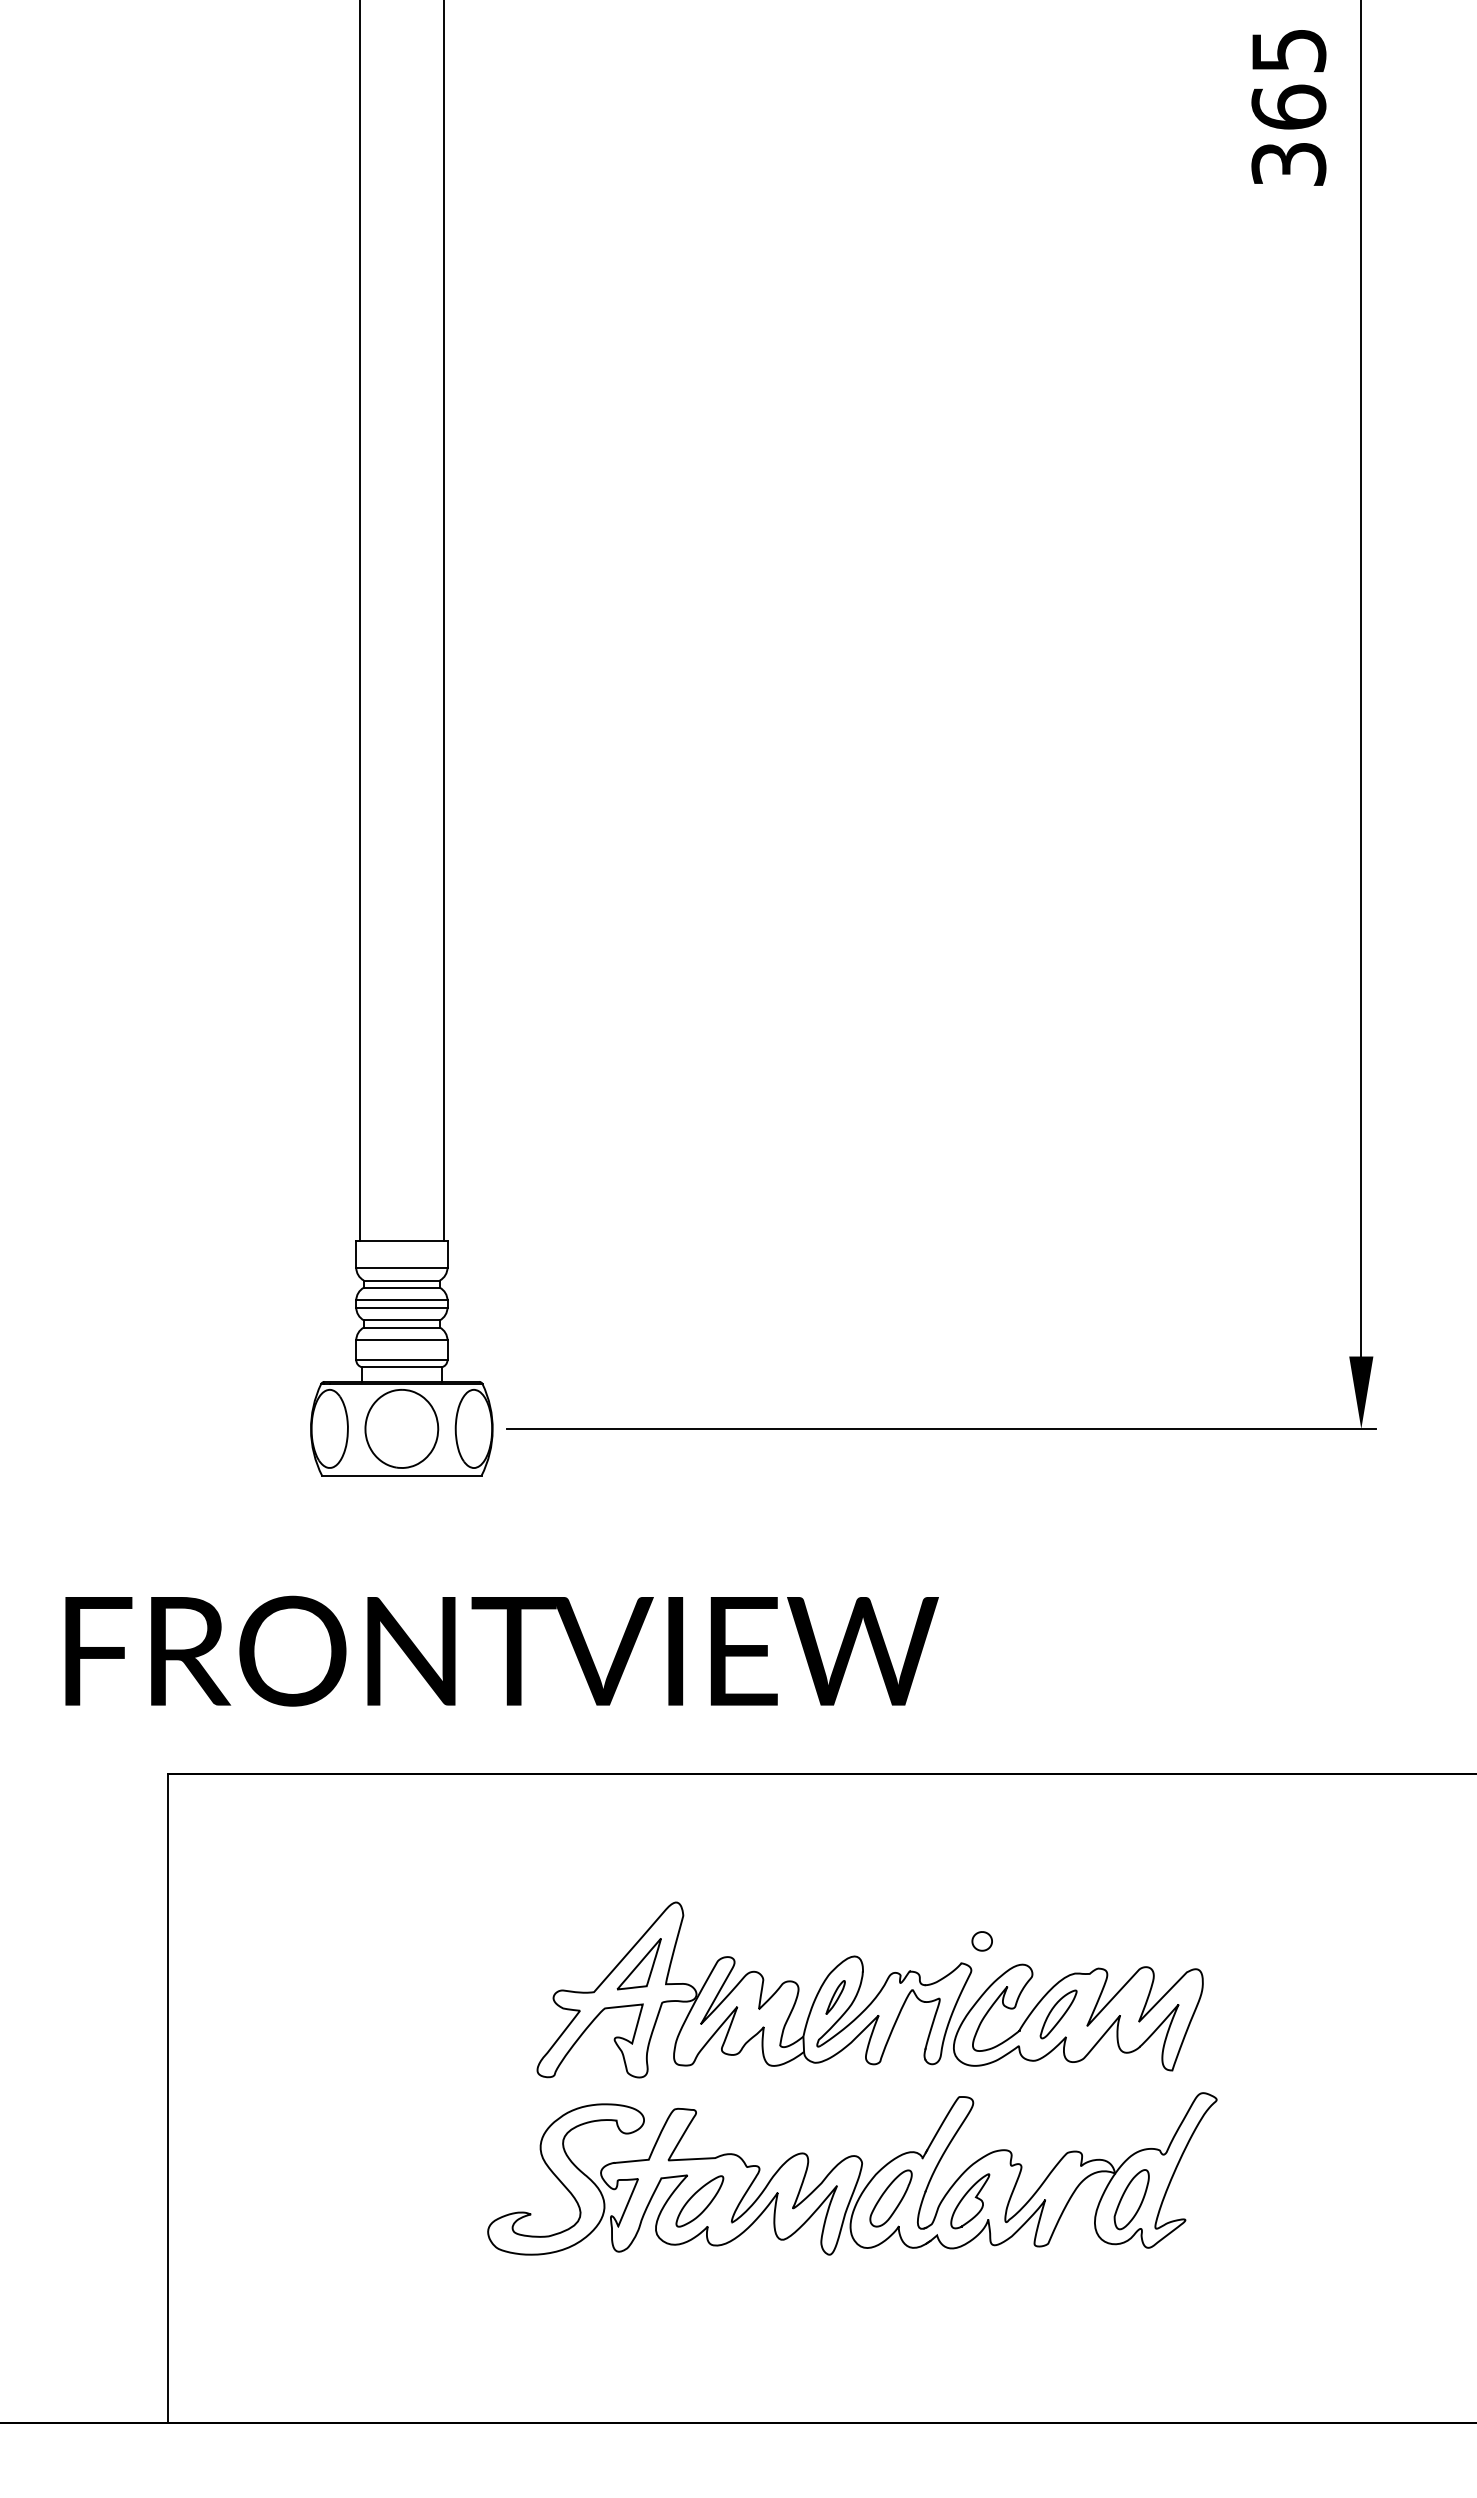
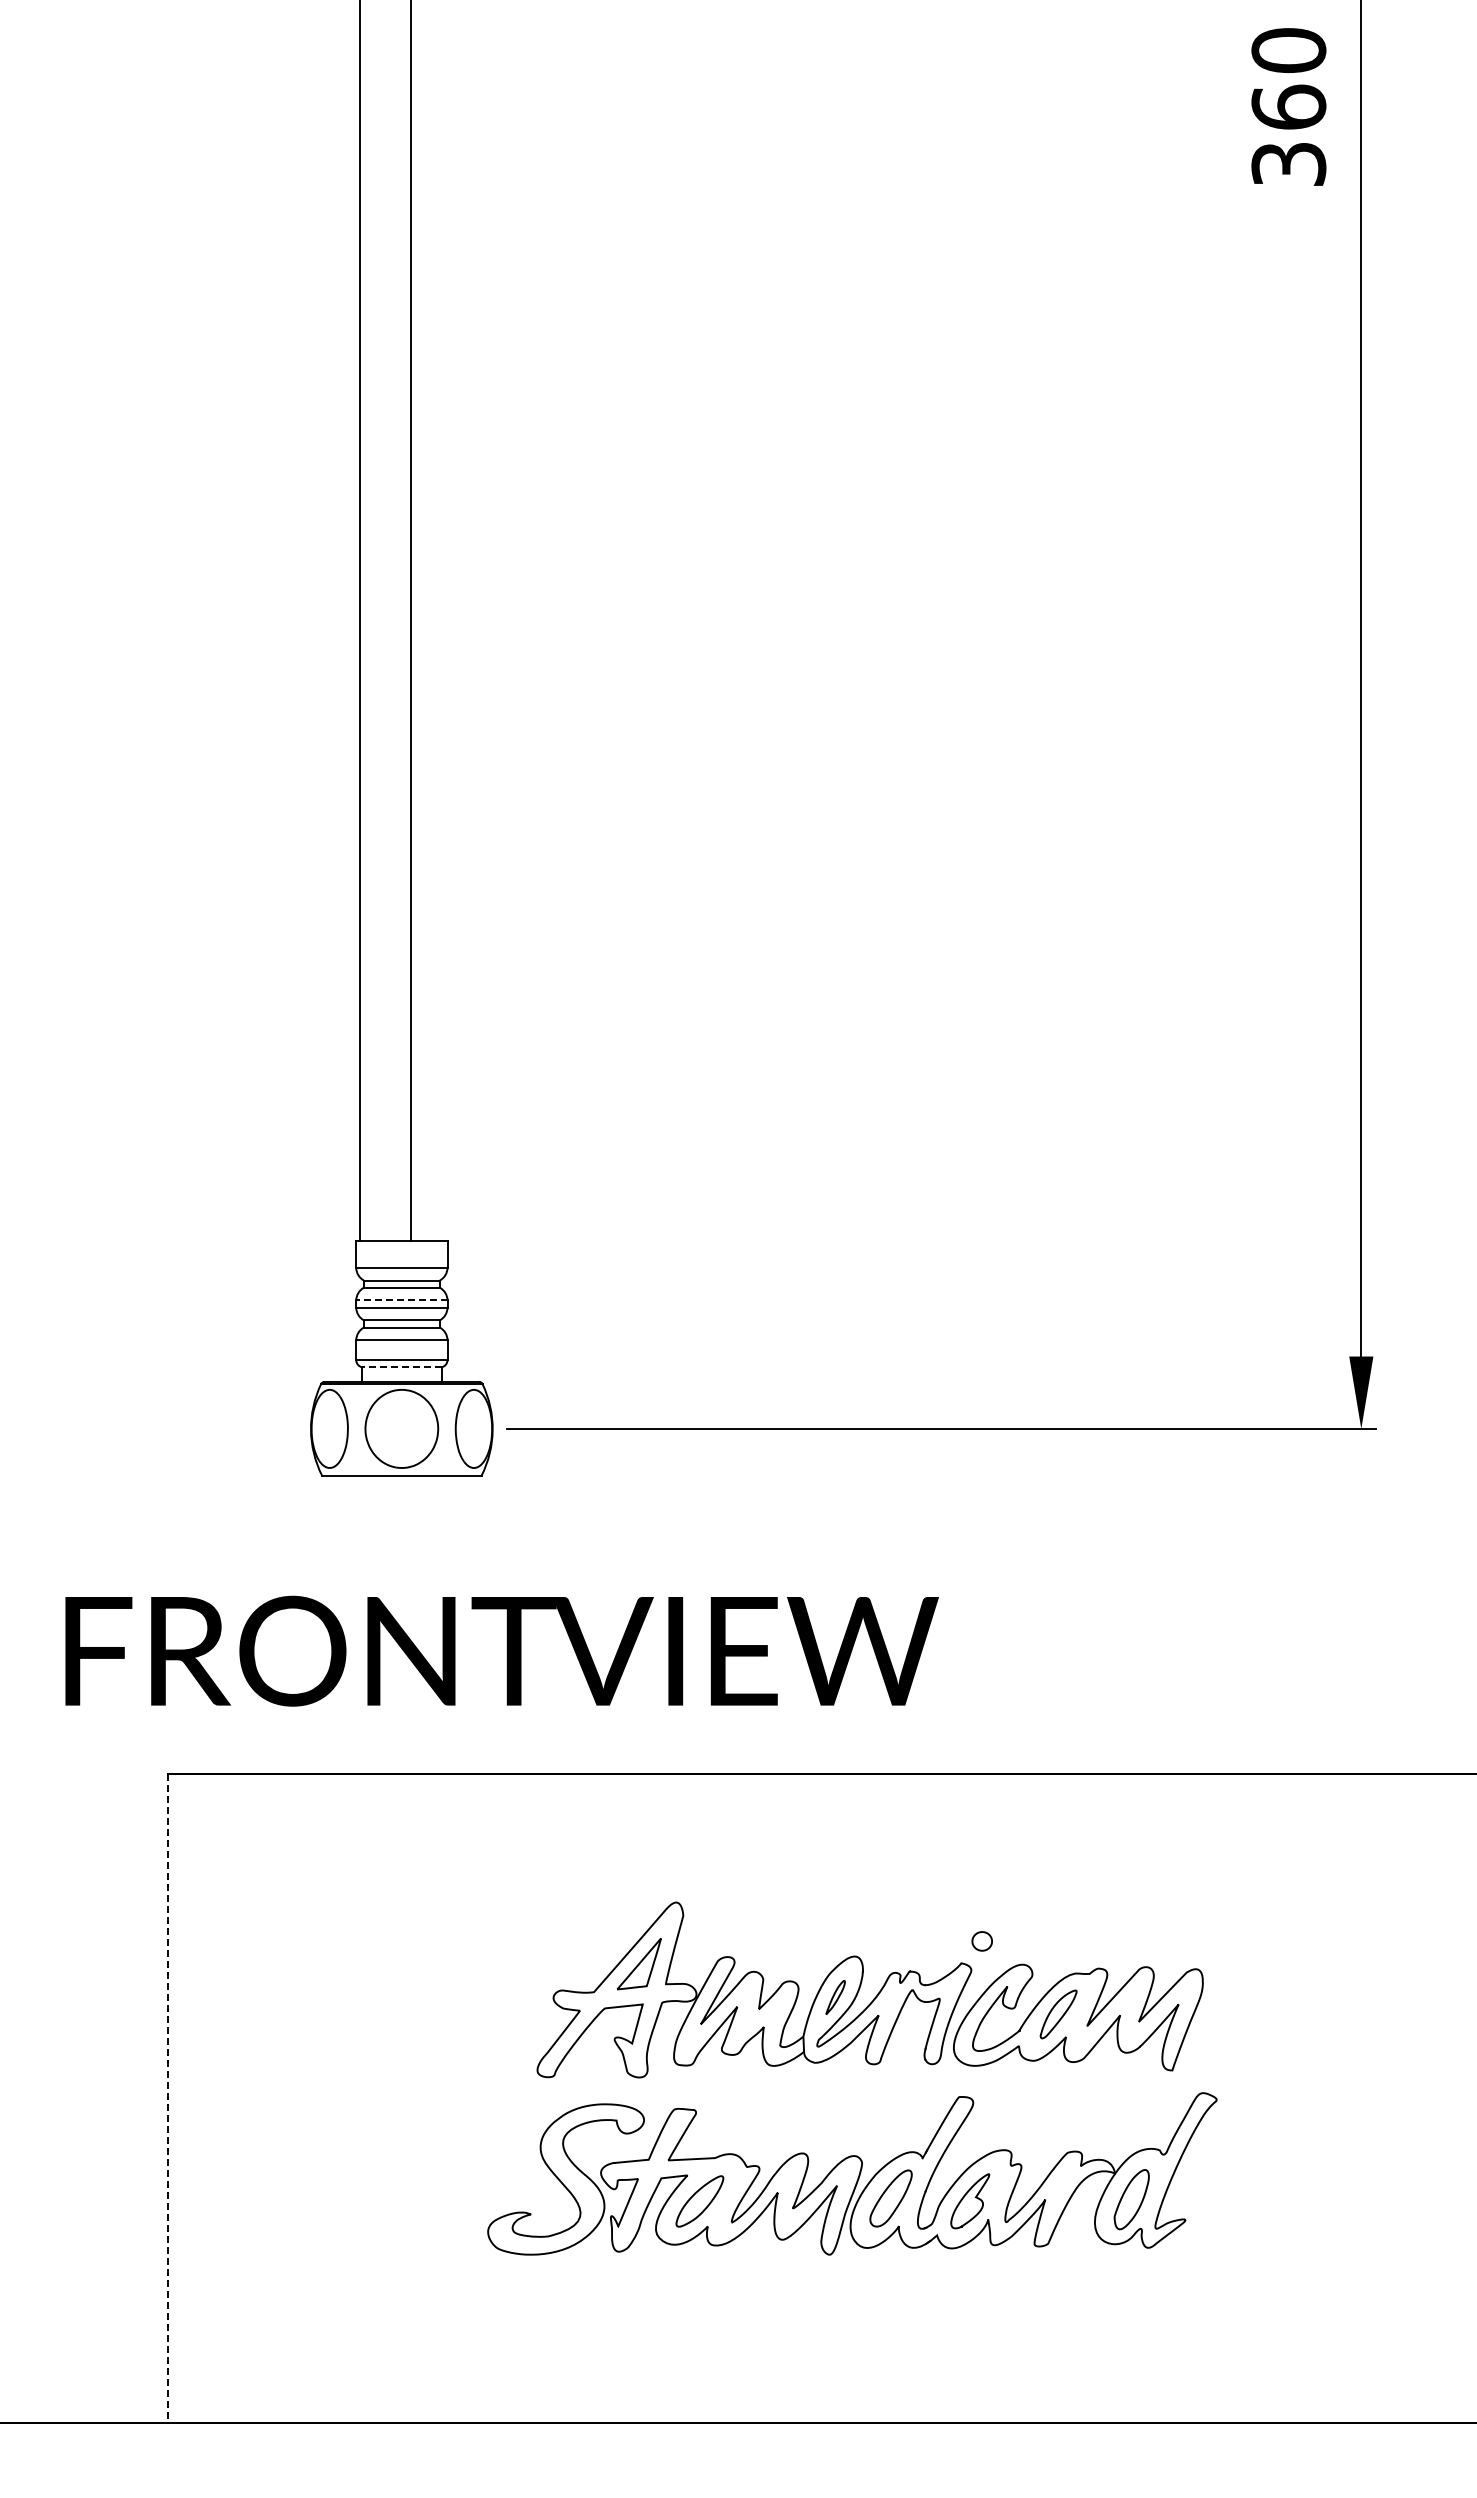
text at (1288, 50): 365 -> 360
line at (443, 621) position: (443, 621) -> (410, 621)
line at (401, 1300): solid -> dashed
line at (401, 1367): solid -> dashed
line at (168, 2098): solid -> dashed
